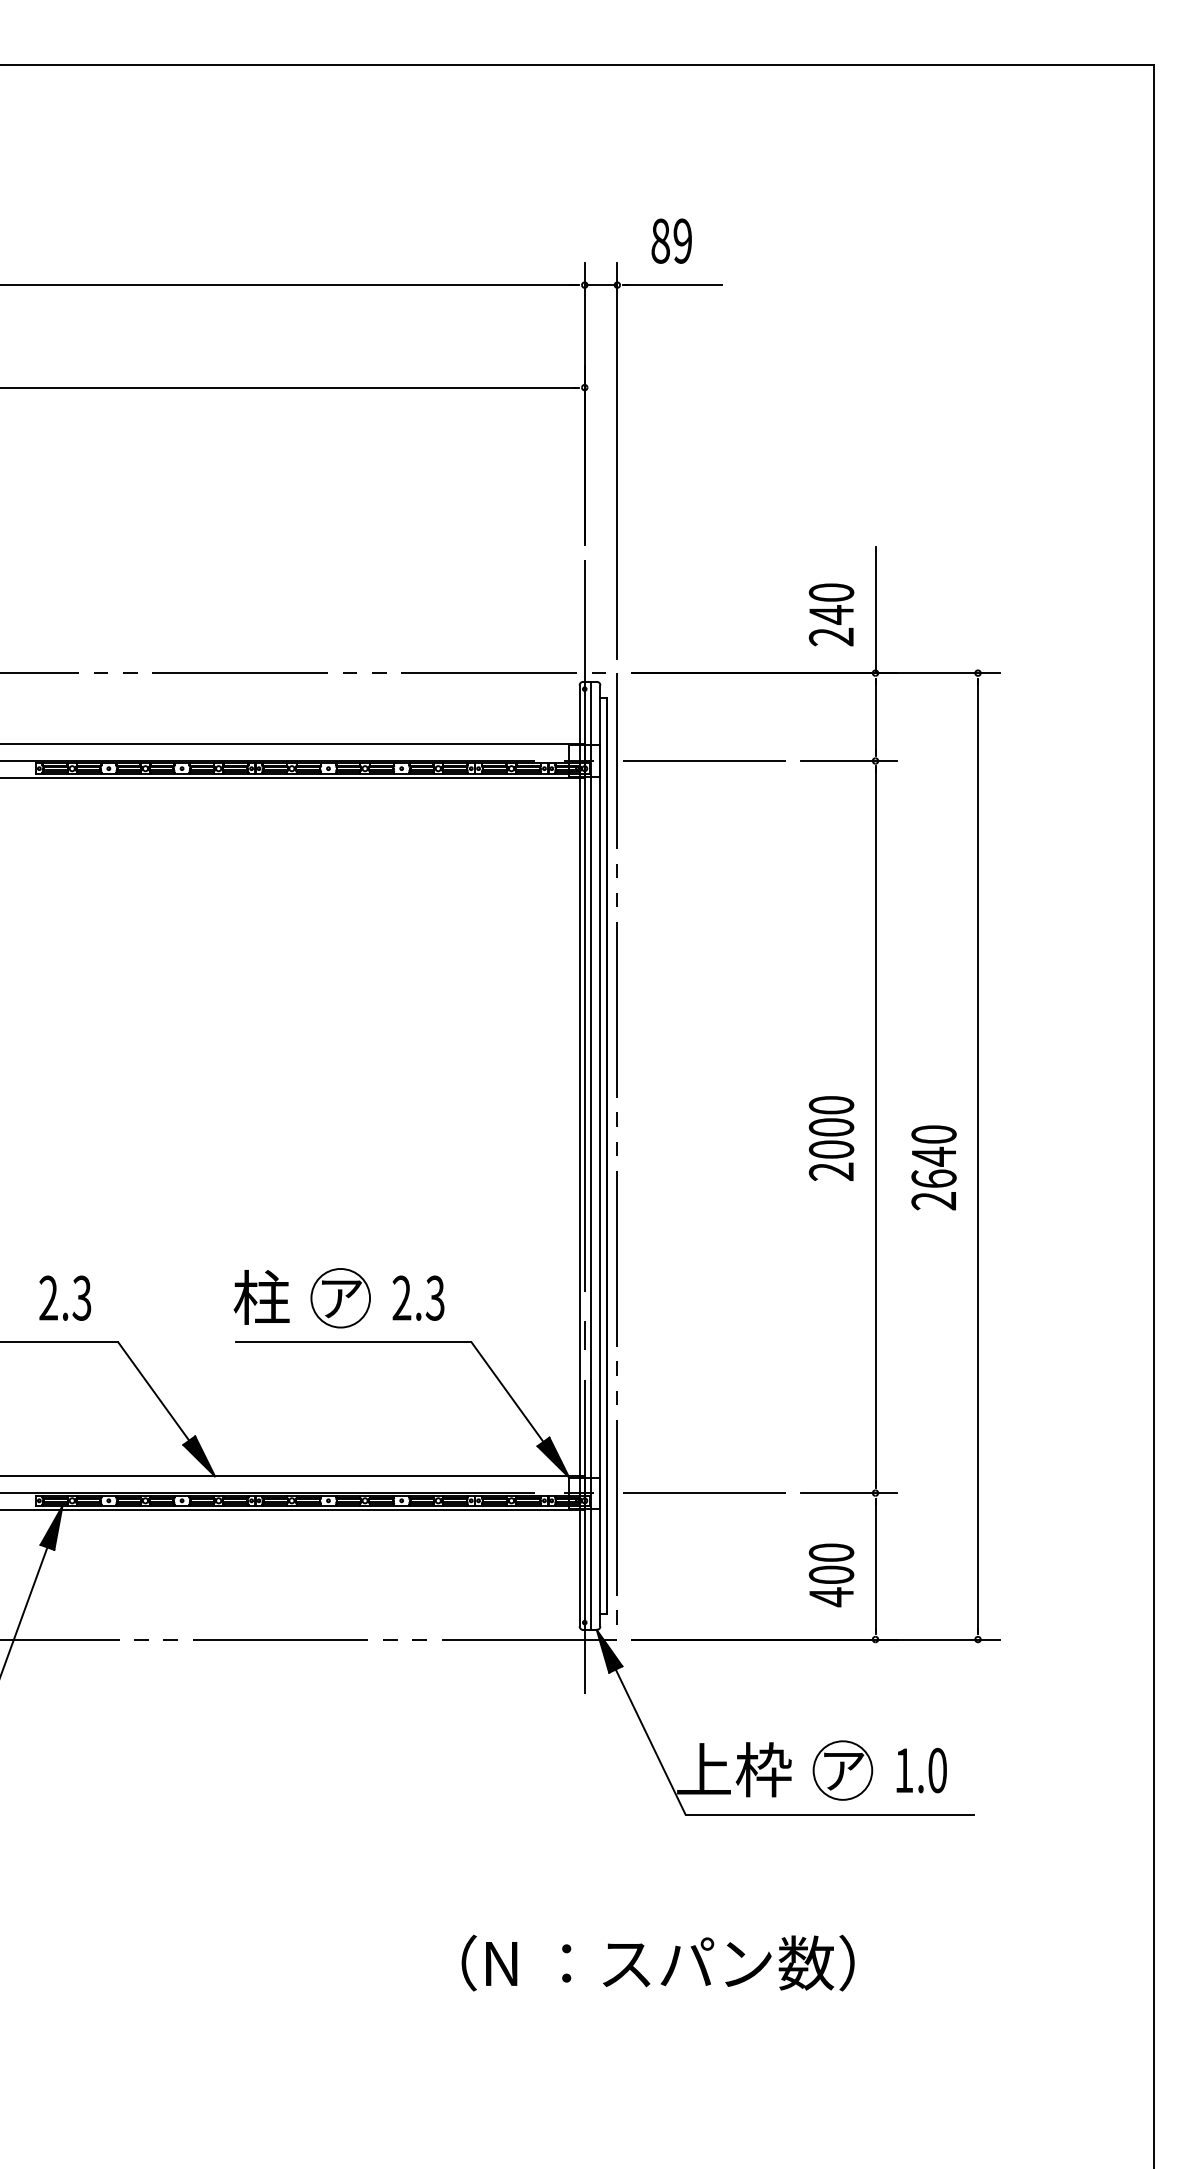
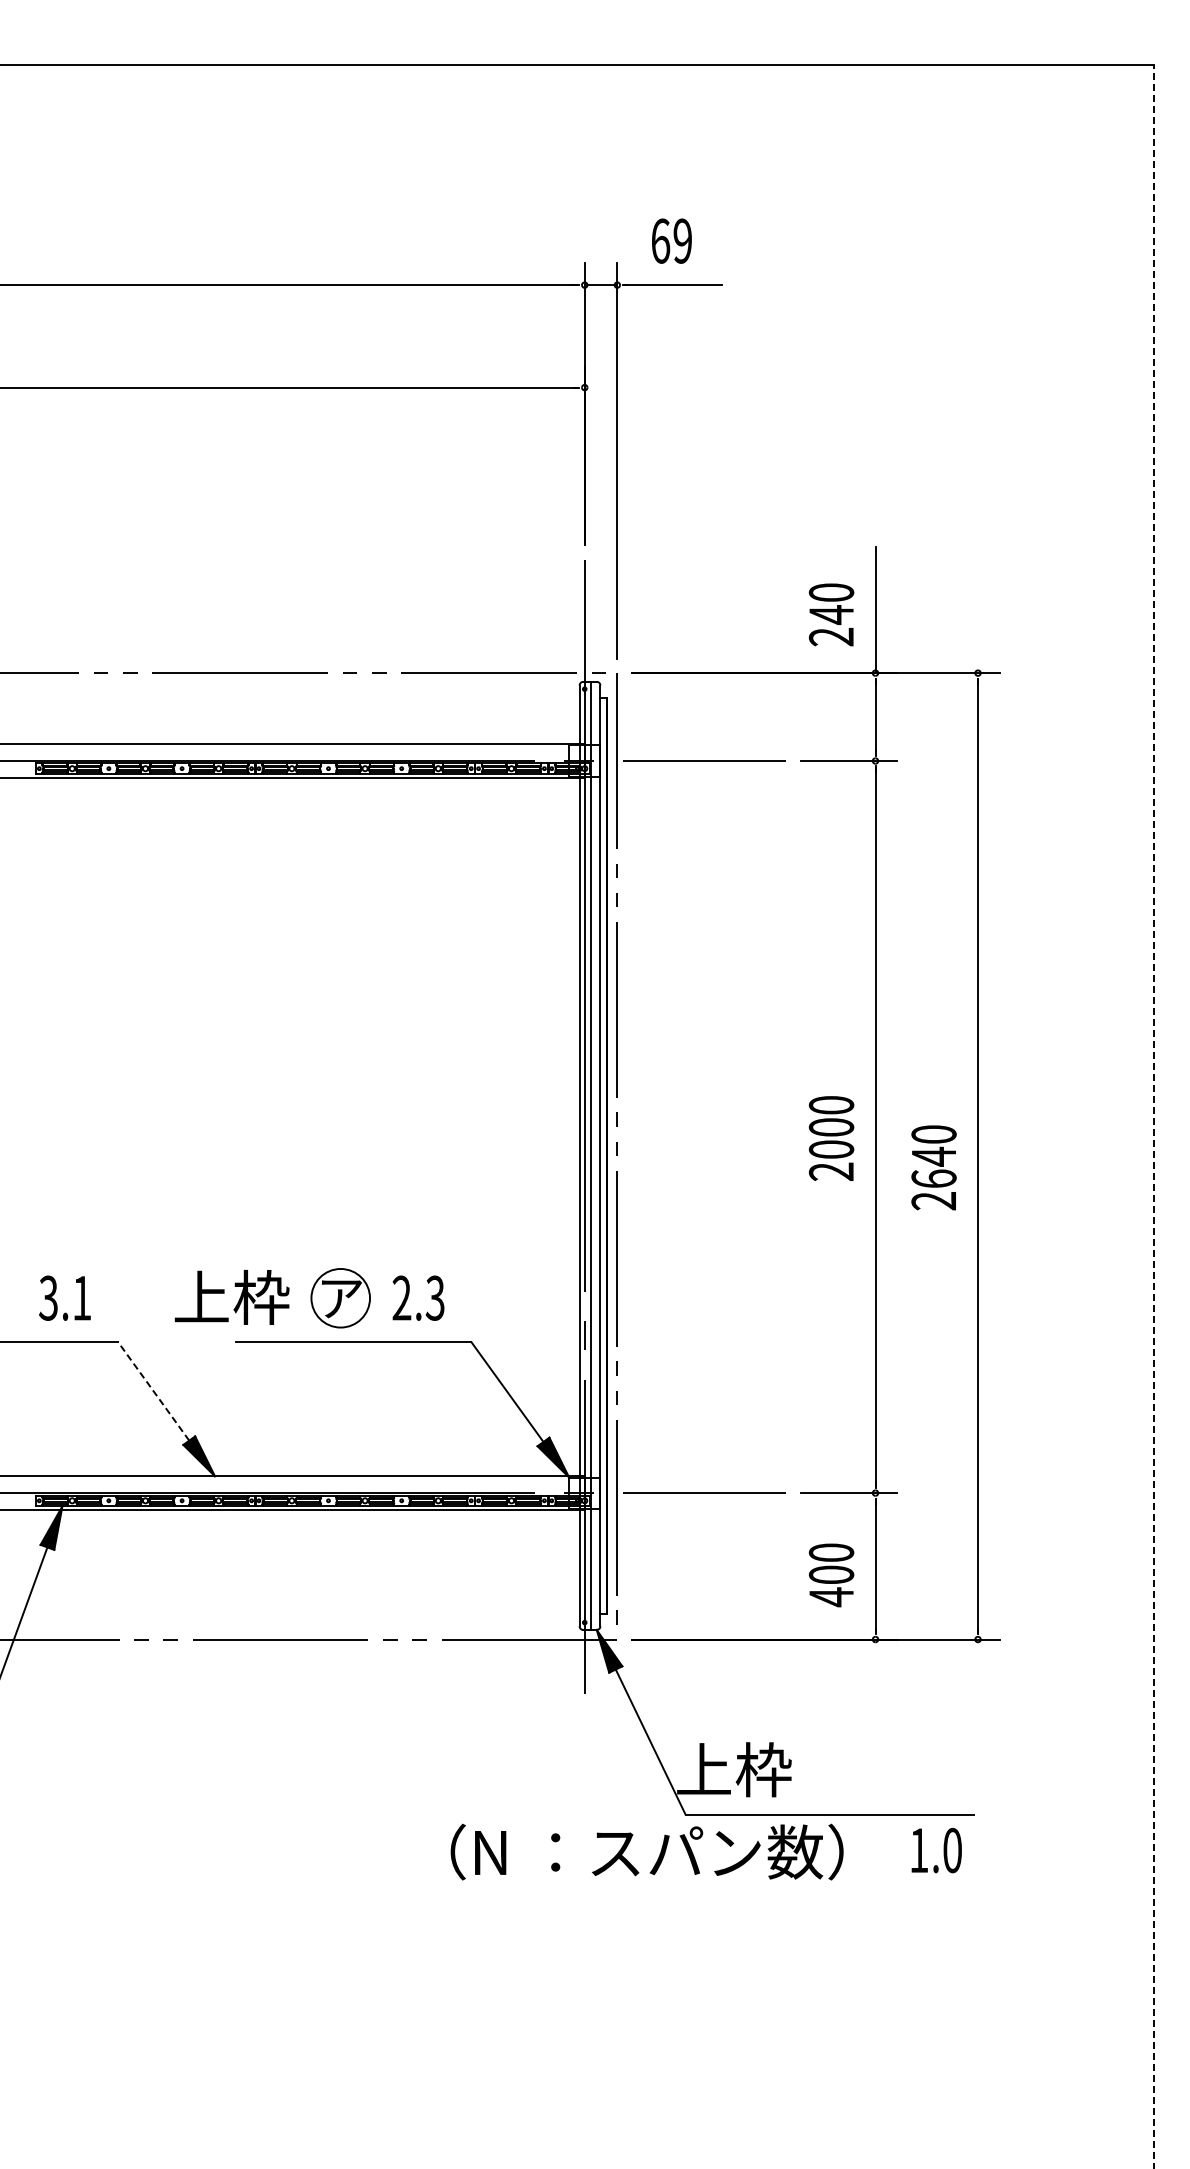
text at (660, 240): 89 -> 69
line at (1154, 1116): solid -> dashed
text at (65, 1297): 2.3 -> 3.1
text at (231, 1297): 柱 -> 上枠
line at (153, 1391): solid -> dashed
part at (842, 1770): present -> none
text at (921, 1770) position: (921, 1770) -> (936, 1850)
text at (657, 1962) position: (657, 1962) -> (646, 1851)
